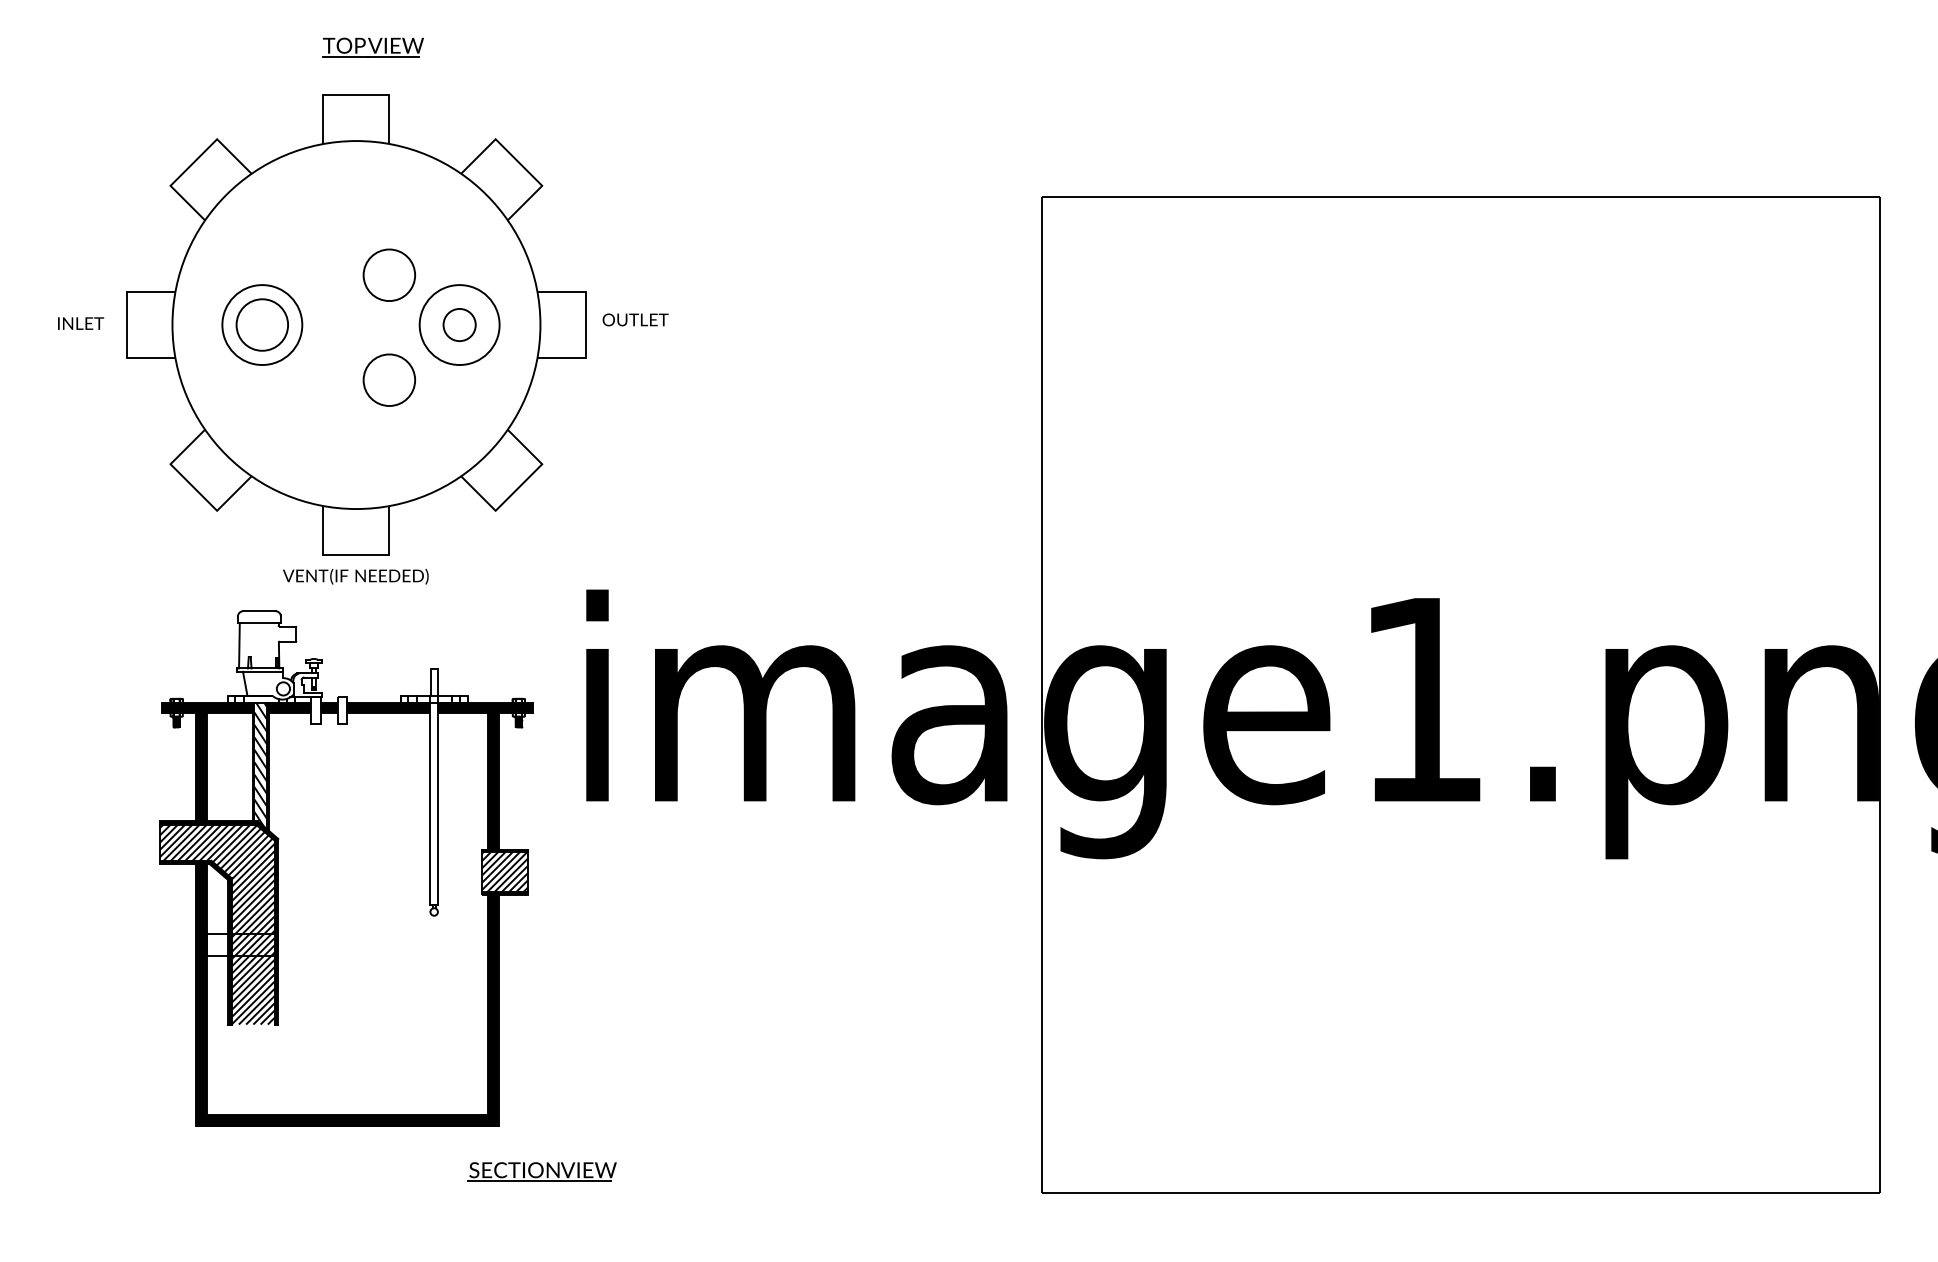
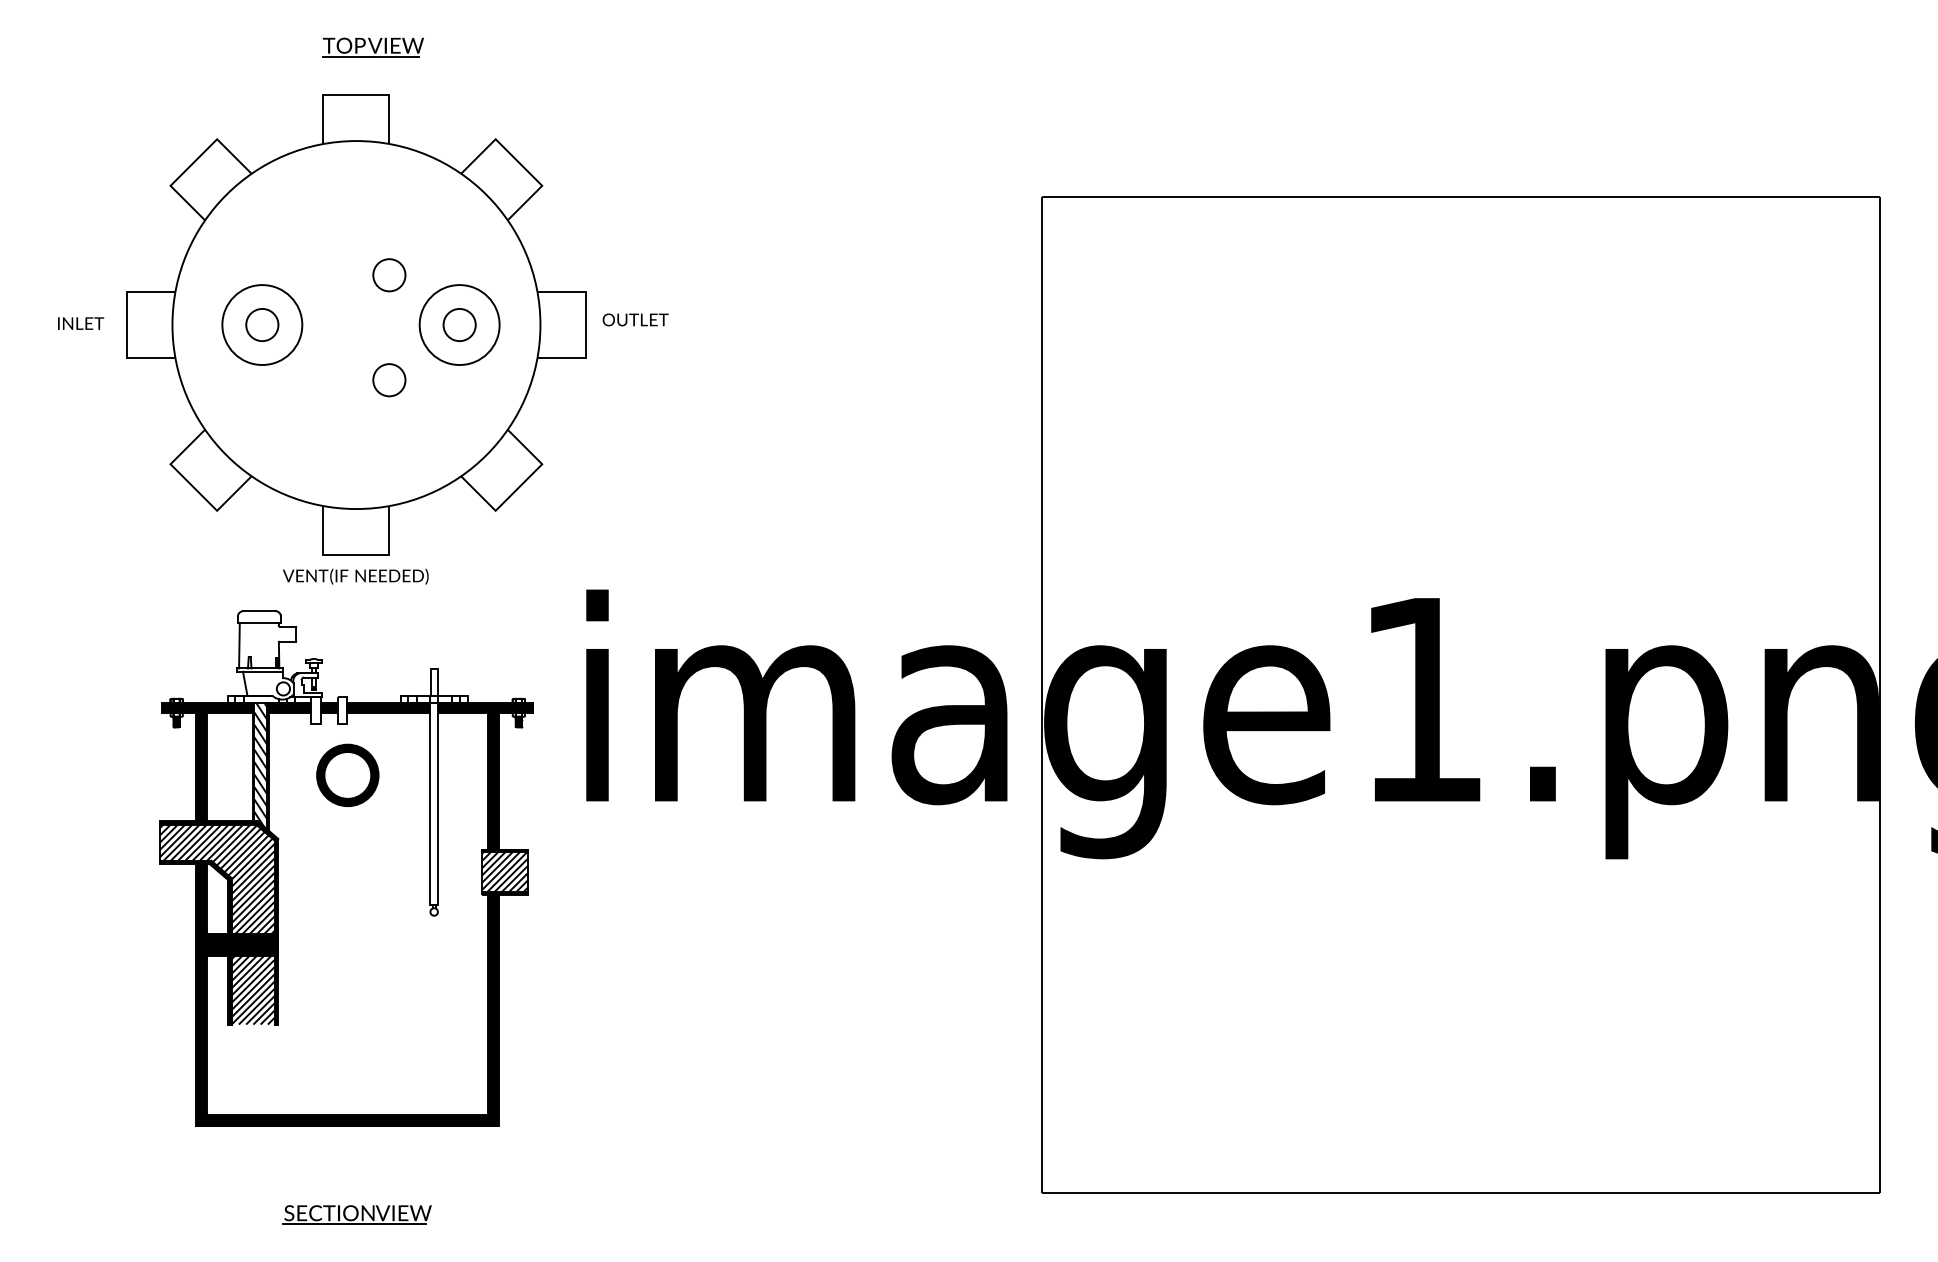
circle at (389, 275) diameter: 52 px -> 32 px
circle at (262, 324) diameter: 52 px -> 32 px
circle at (389, 379) diameter: 52 px -> 32 px
part at (347, 775): none -> present
fill at (242, 944): none -> present
part at (541, 1171) position: (541, 1171) -> (356, 1214)
